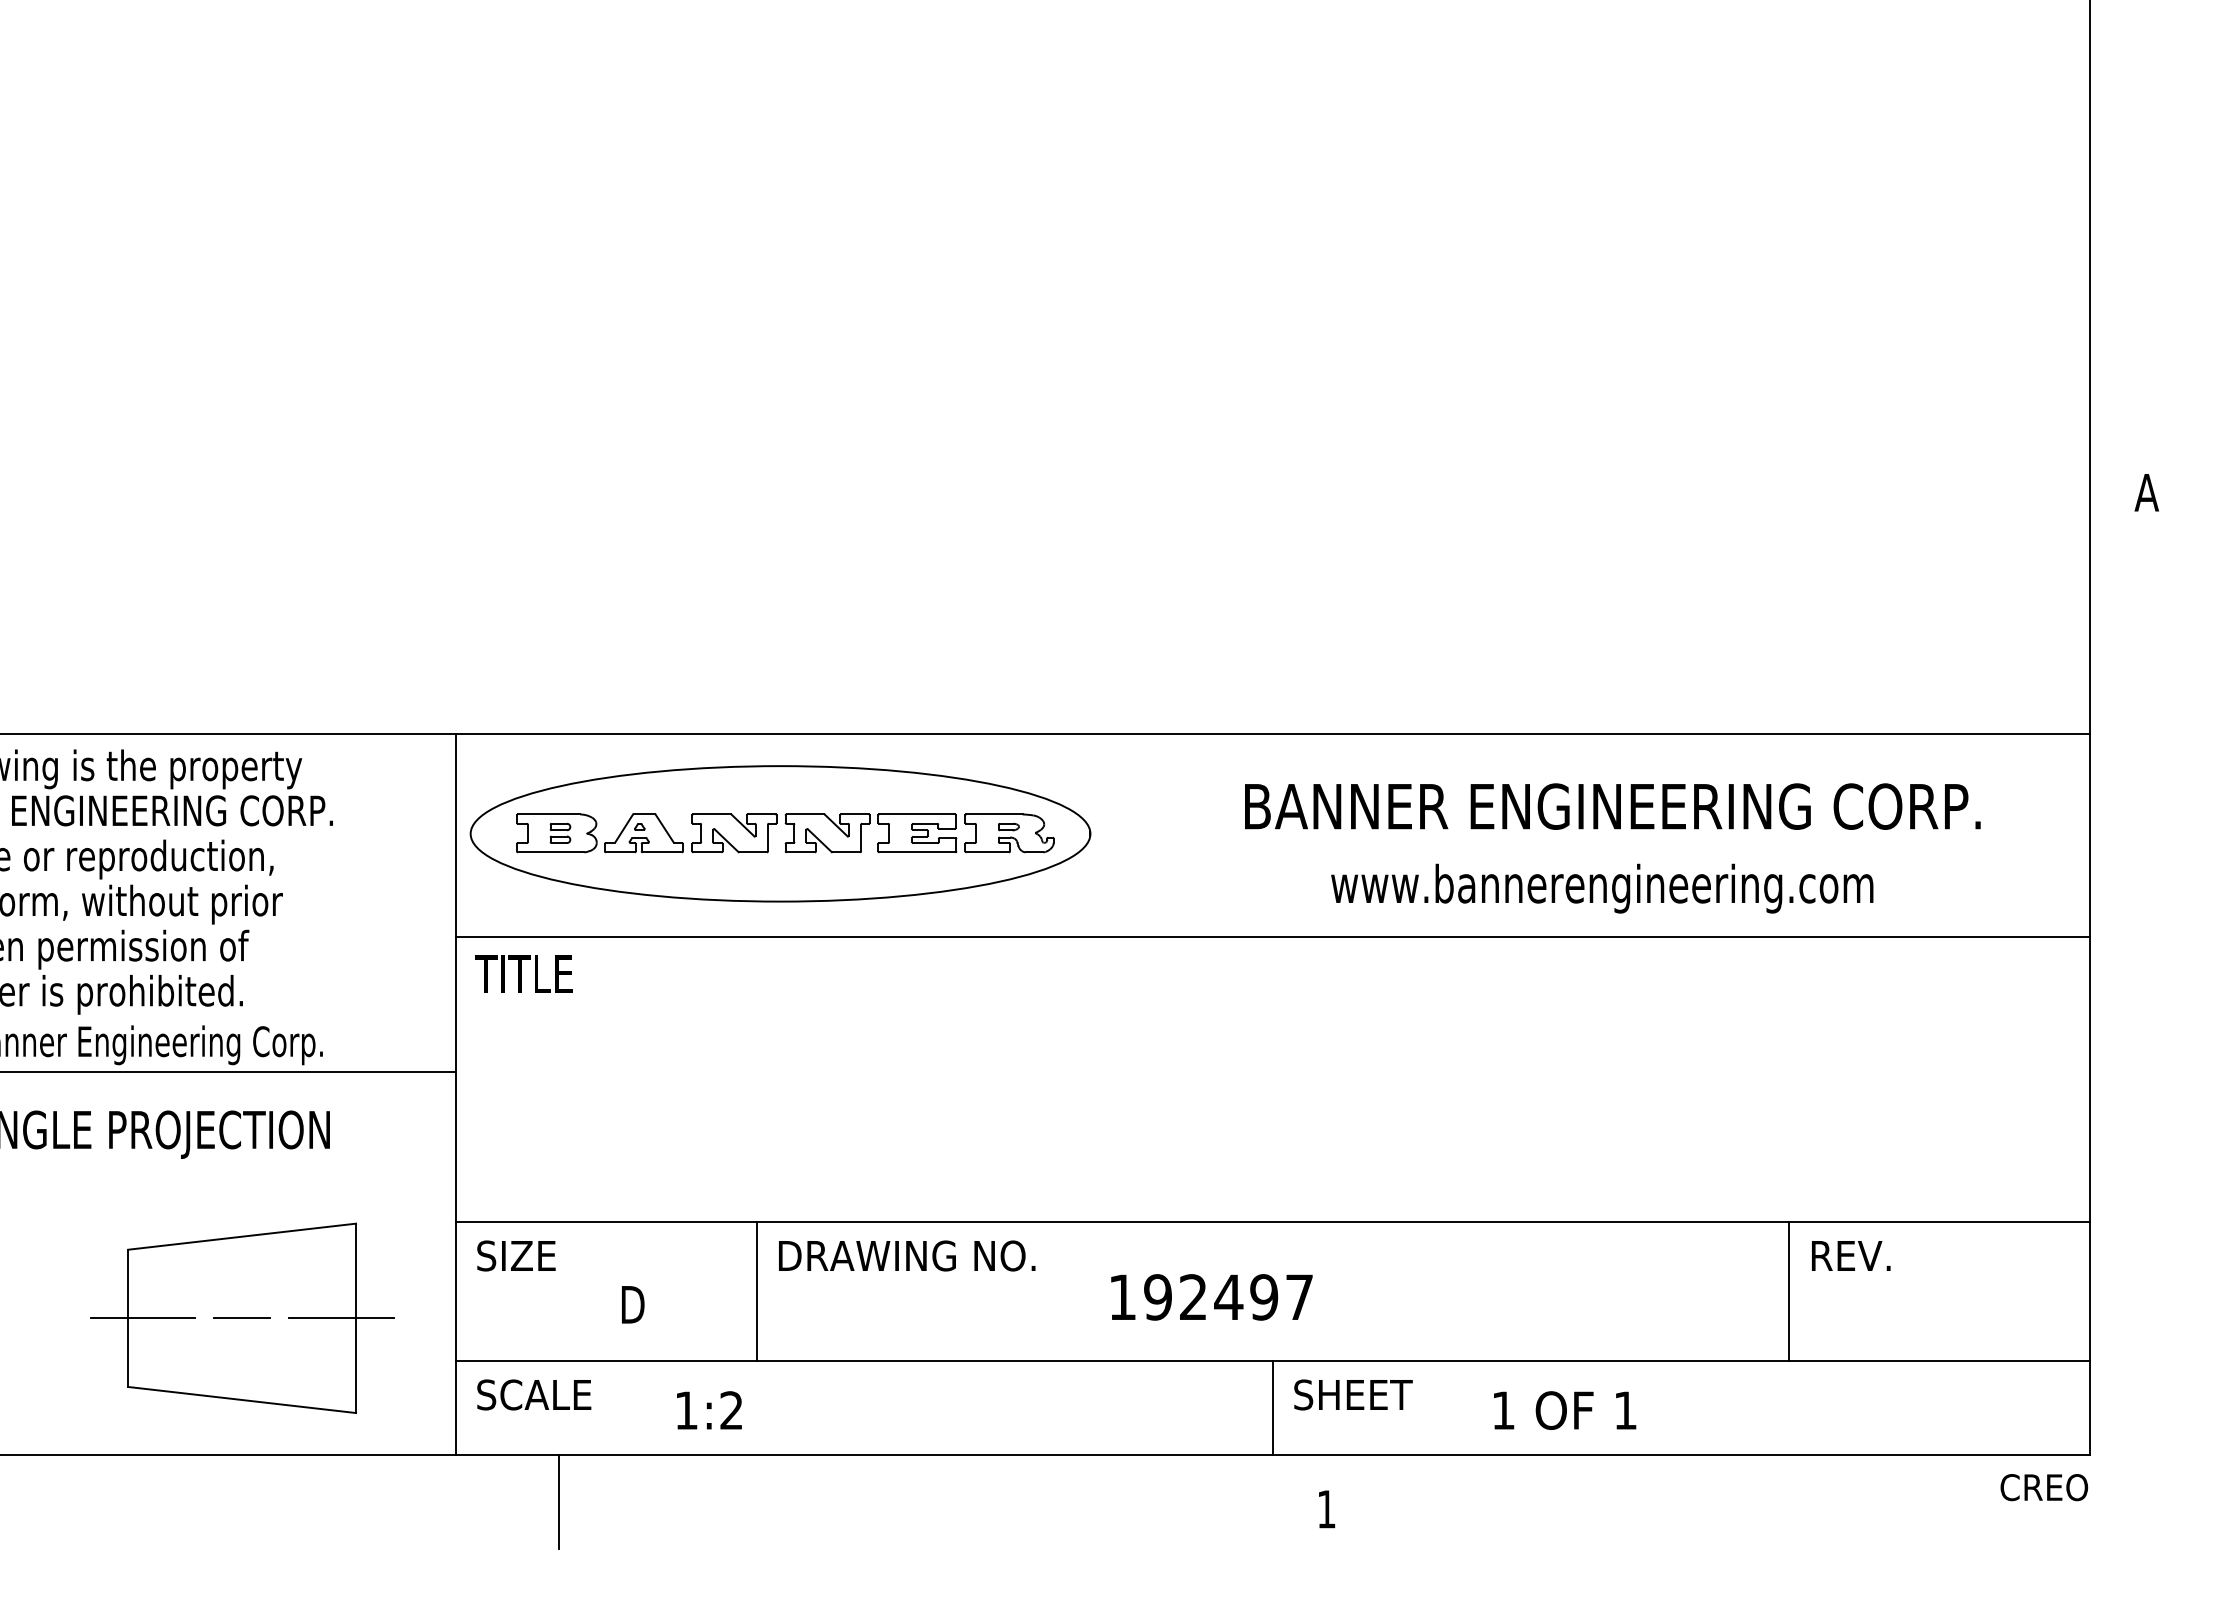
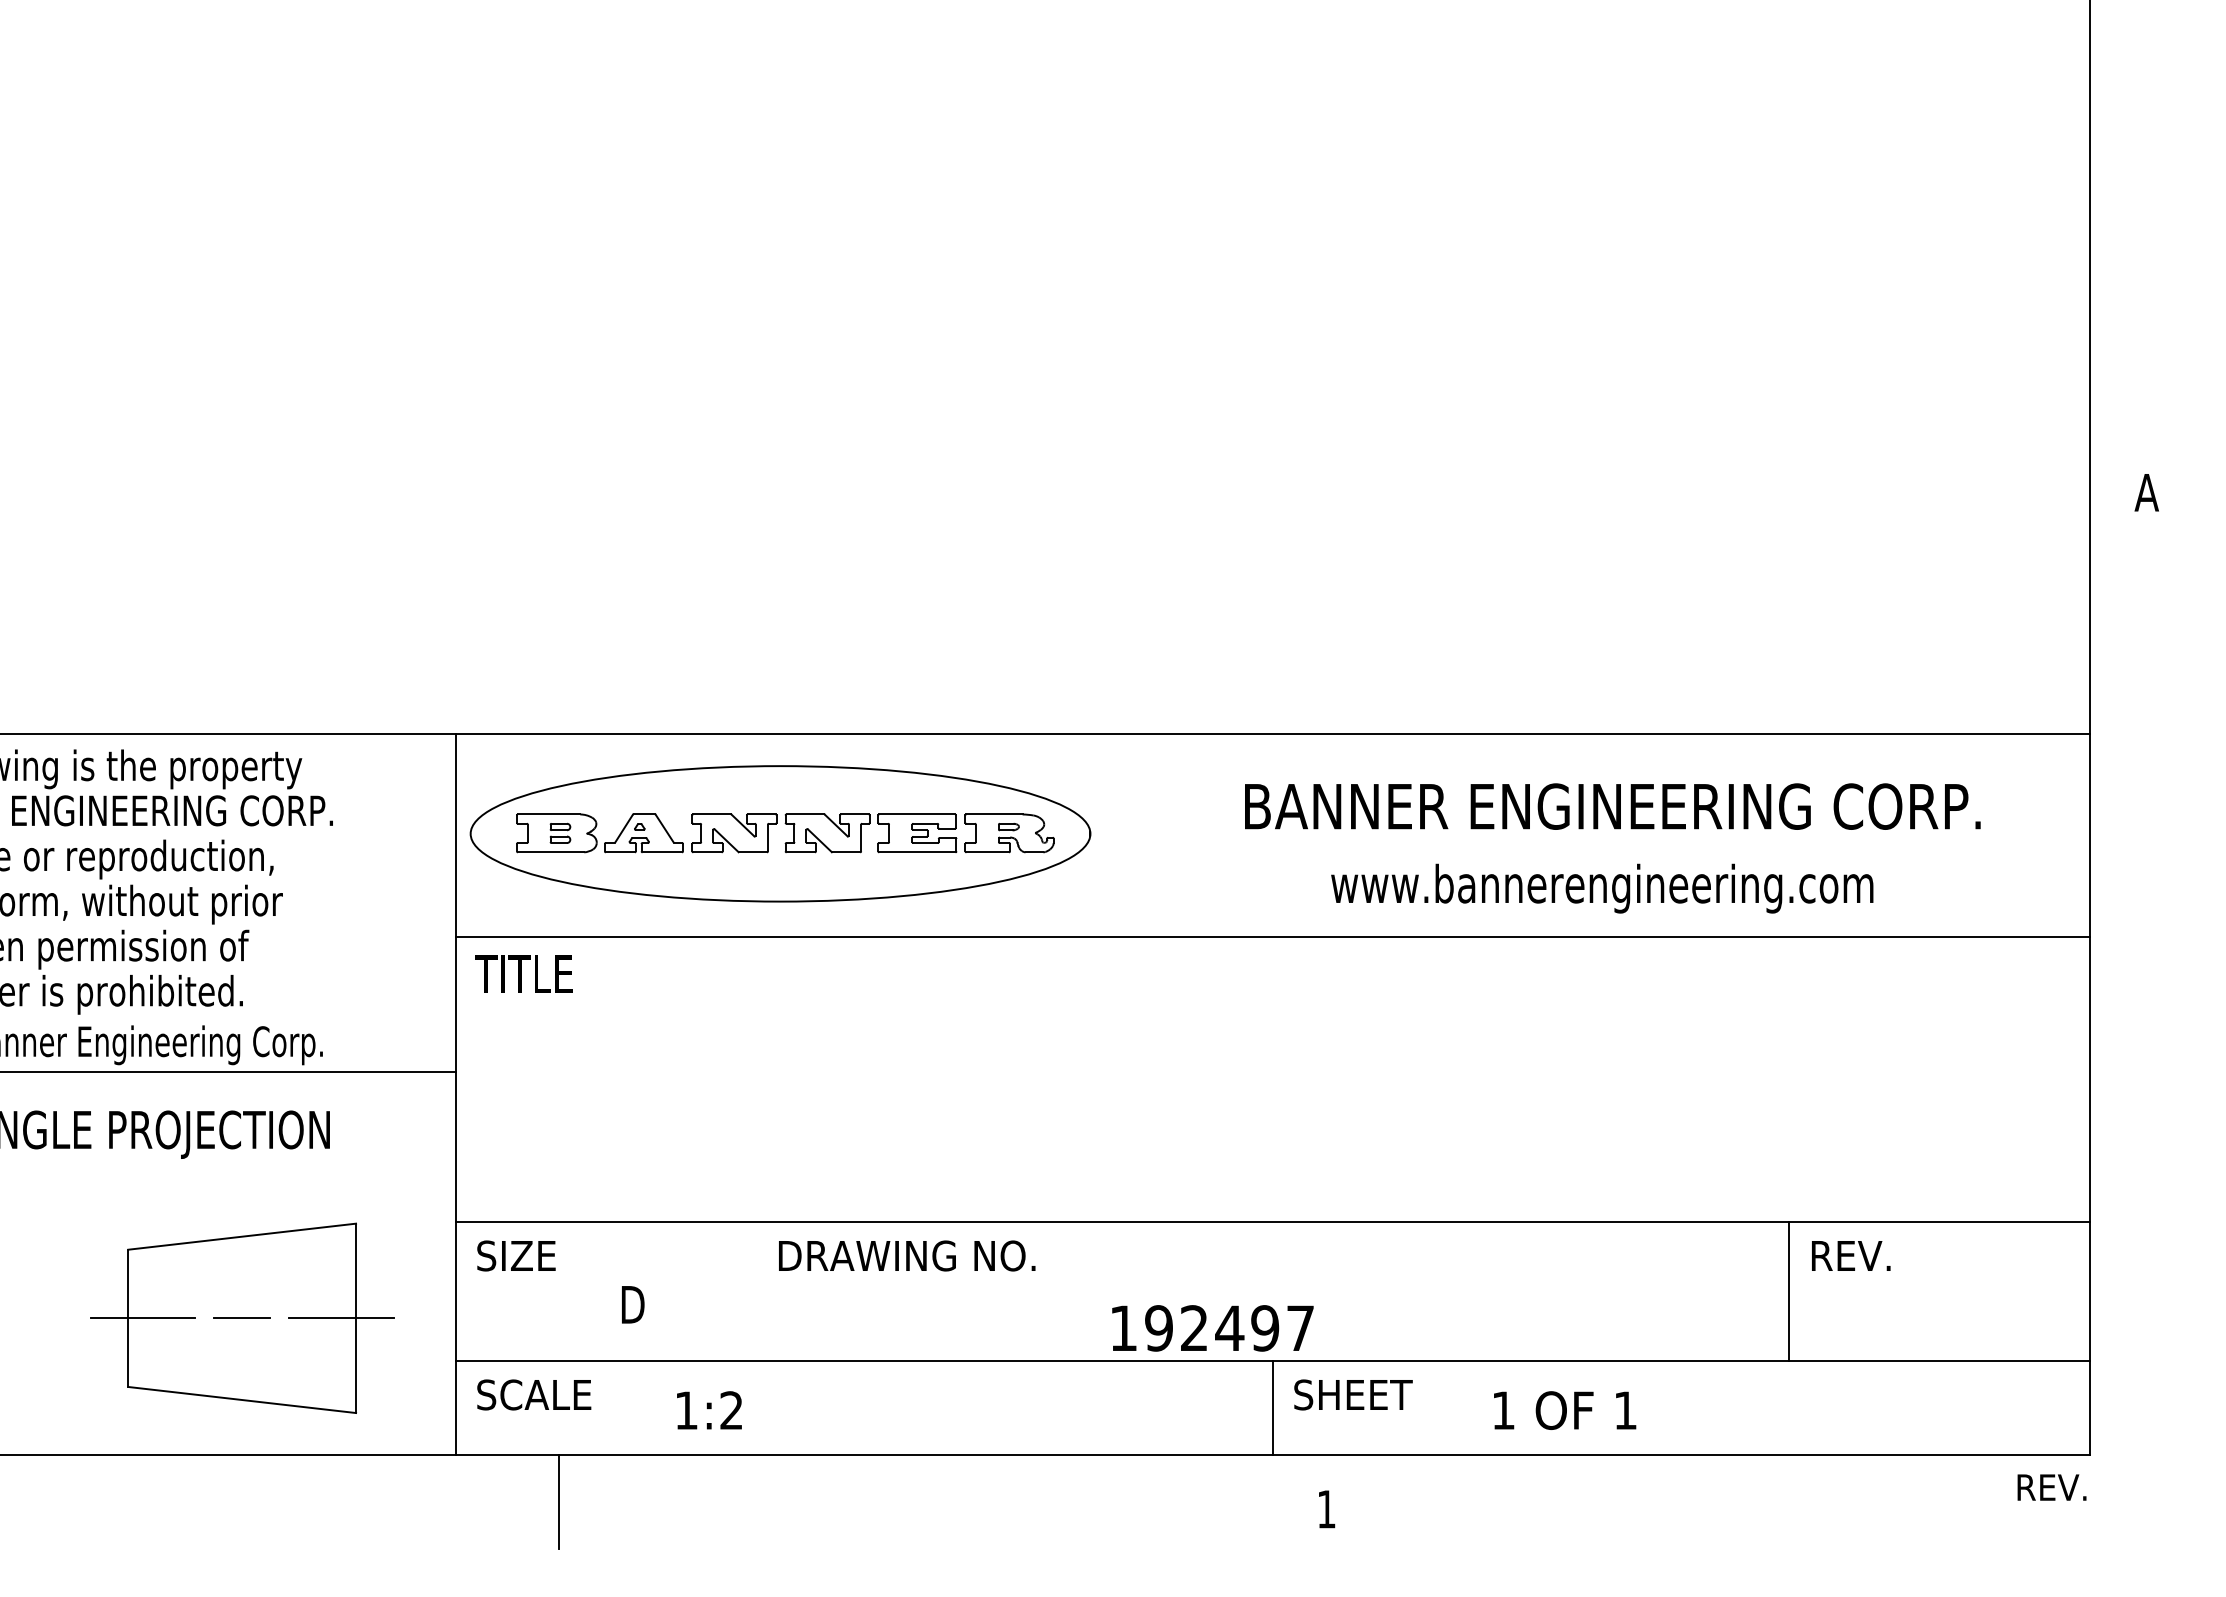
line at (756, 1291): present -> none
text at (1211, 1297) position: (1211, 1297) -> (1212, 1328)
text at (2044, 1487): CREO -> REV.
